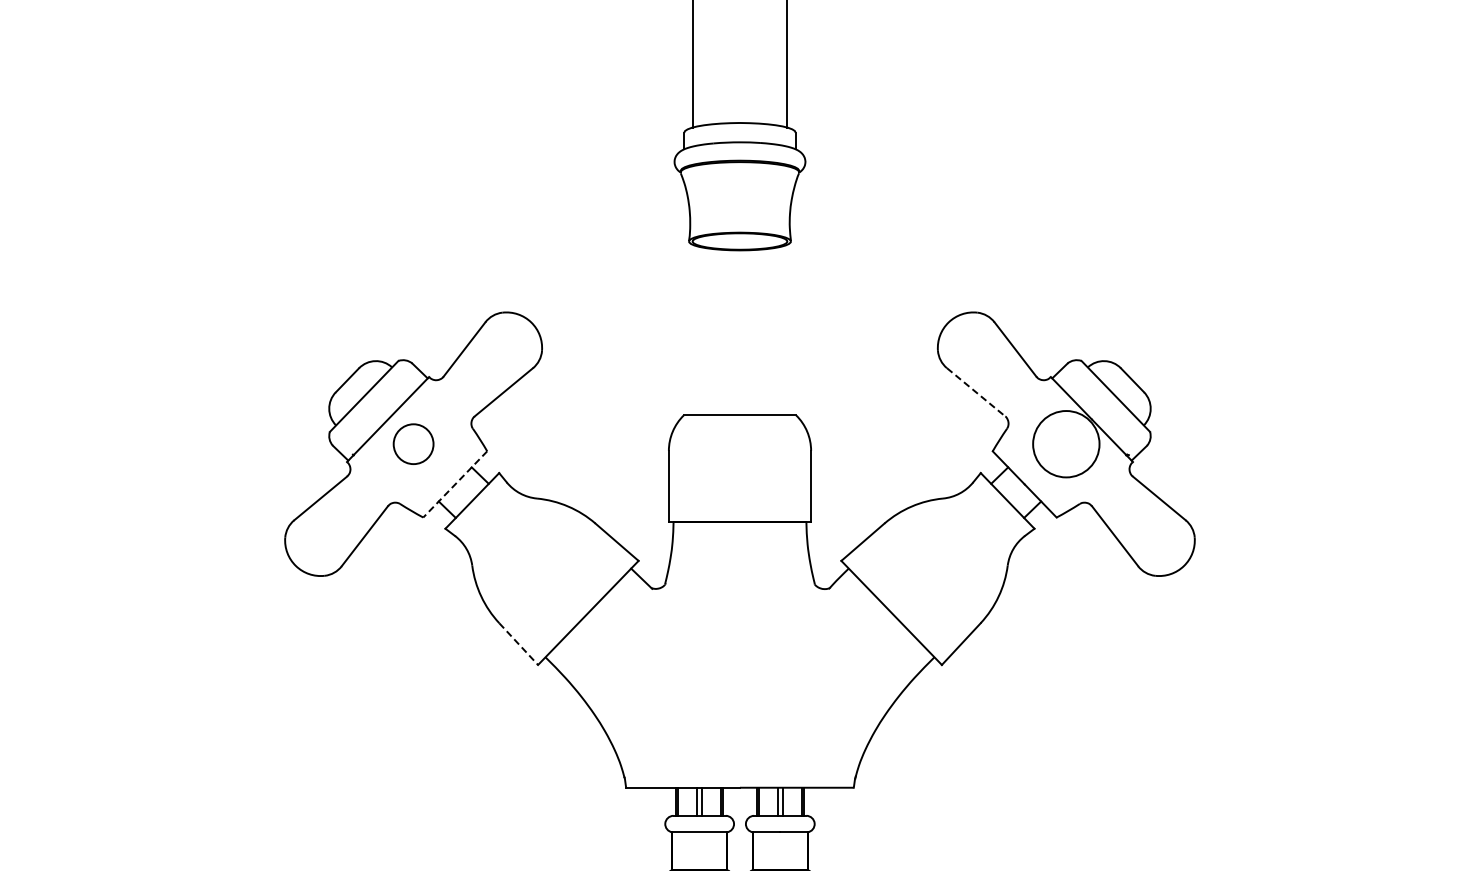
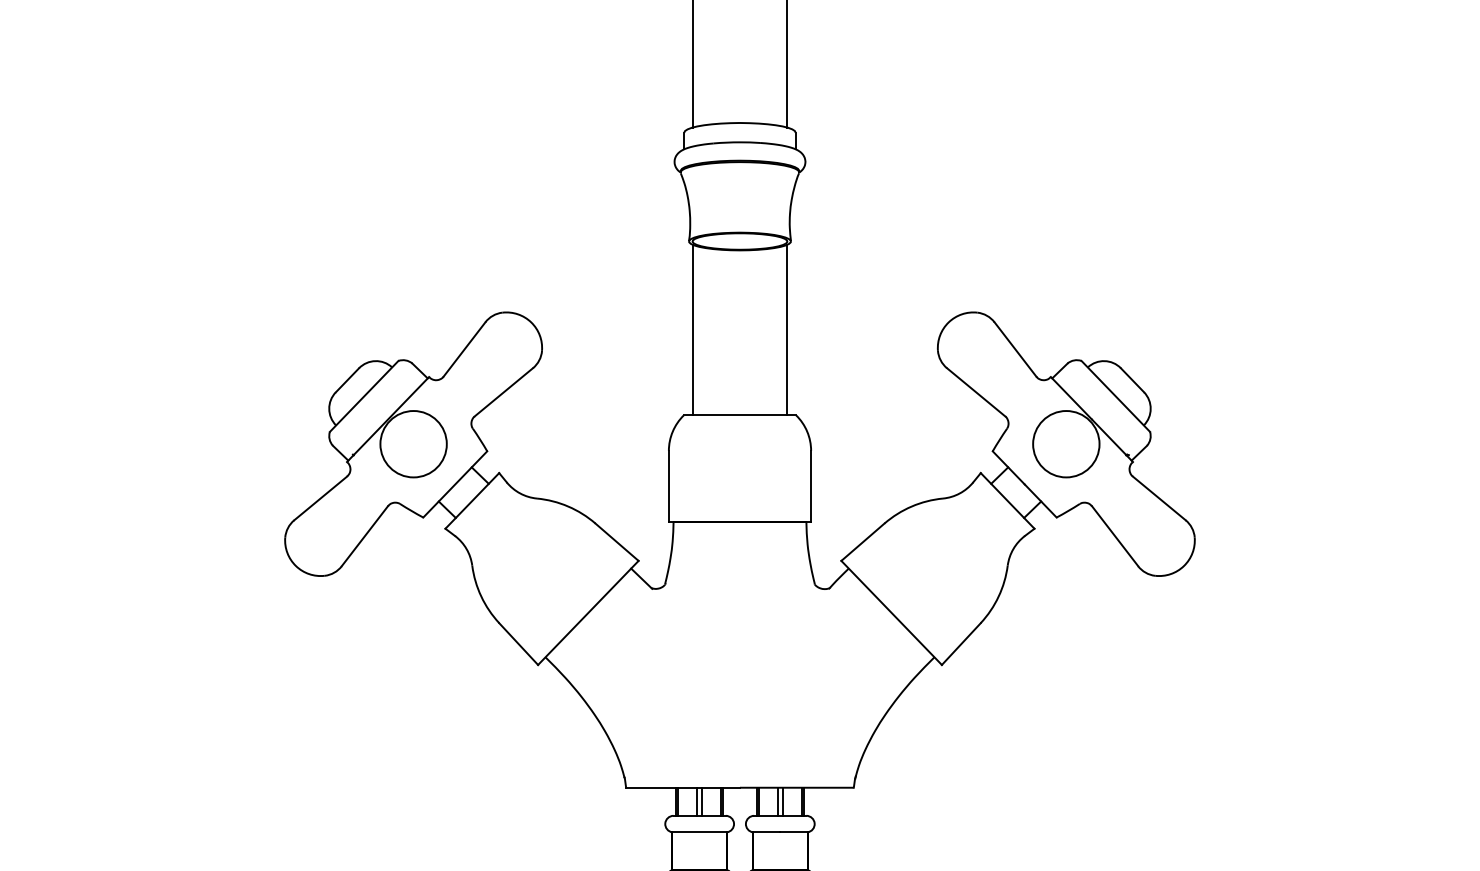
line at (692, 329): none -> present
line at (787, 329): none -> present
line at (976, 392): dashed -> solid
circle at (413, 444) diameter: 40 px -> 66 px
line at (454, 484): dashed -> solid
line at (519, 644): dashed -> solid
